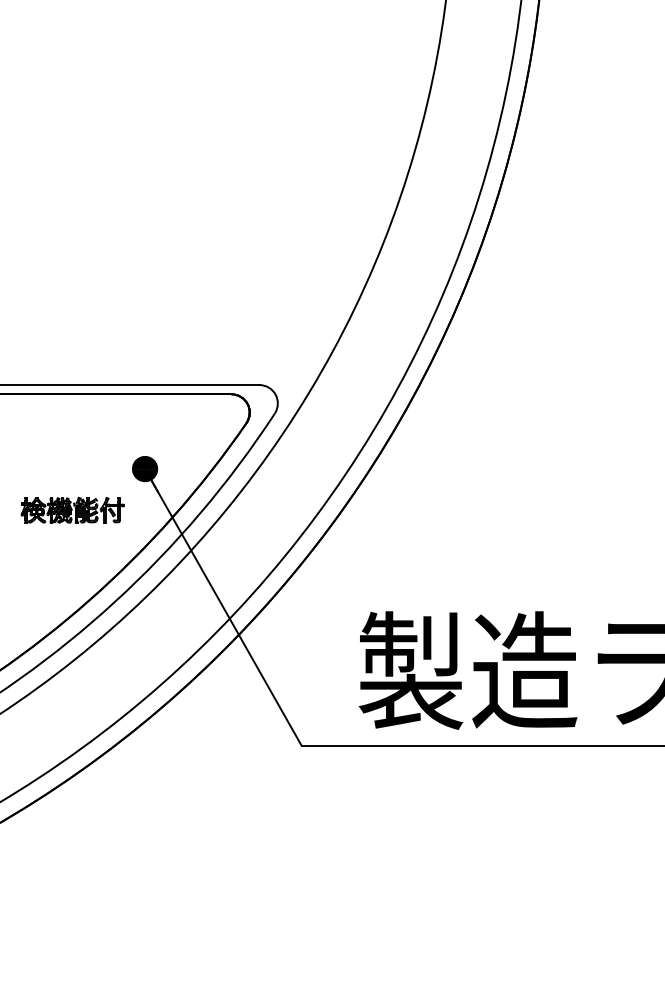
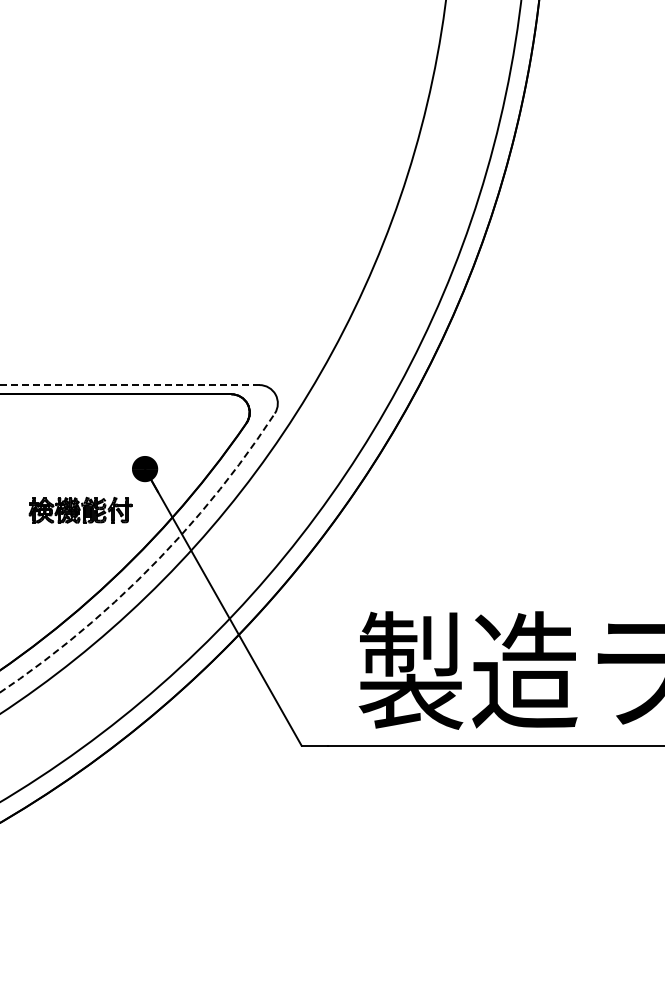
line at (129, 385): solid -> dashed
part at (72, 509) position: (72, 509) -> (80, 509)
arc at (151, 566): solid -> dashed
